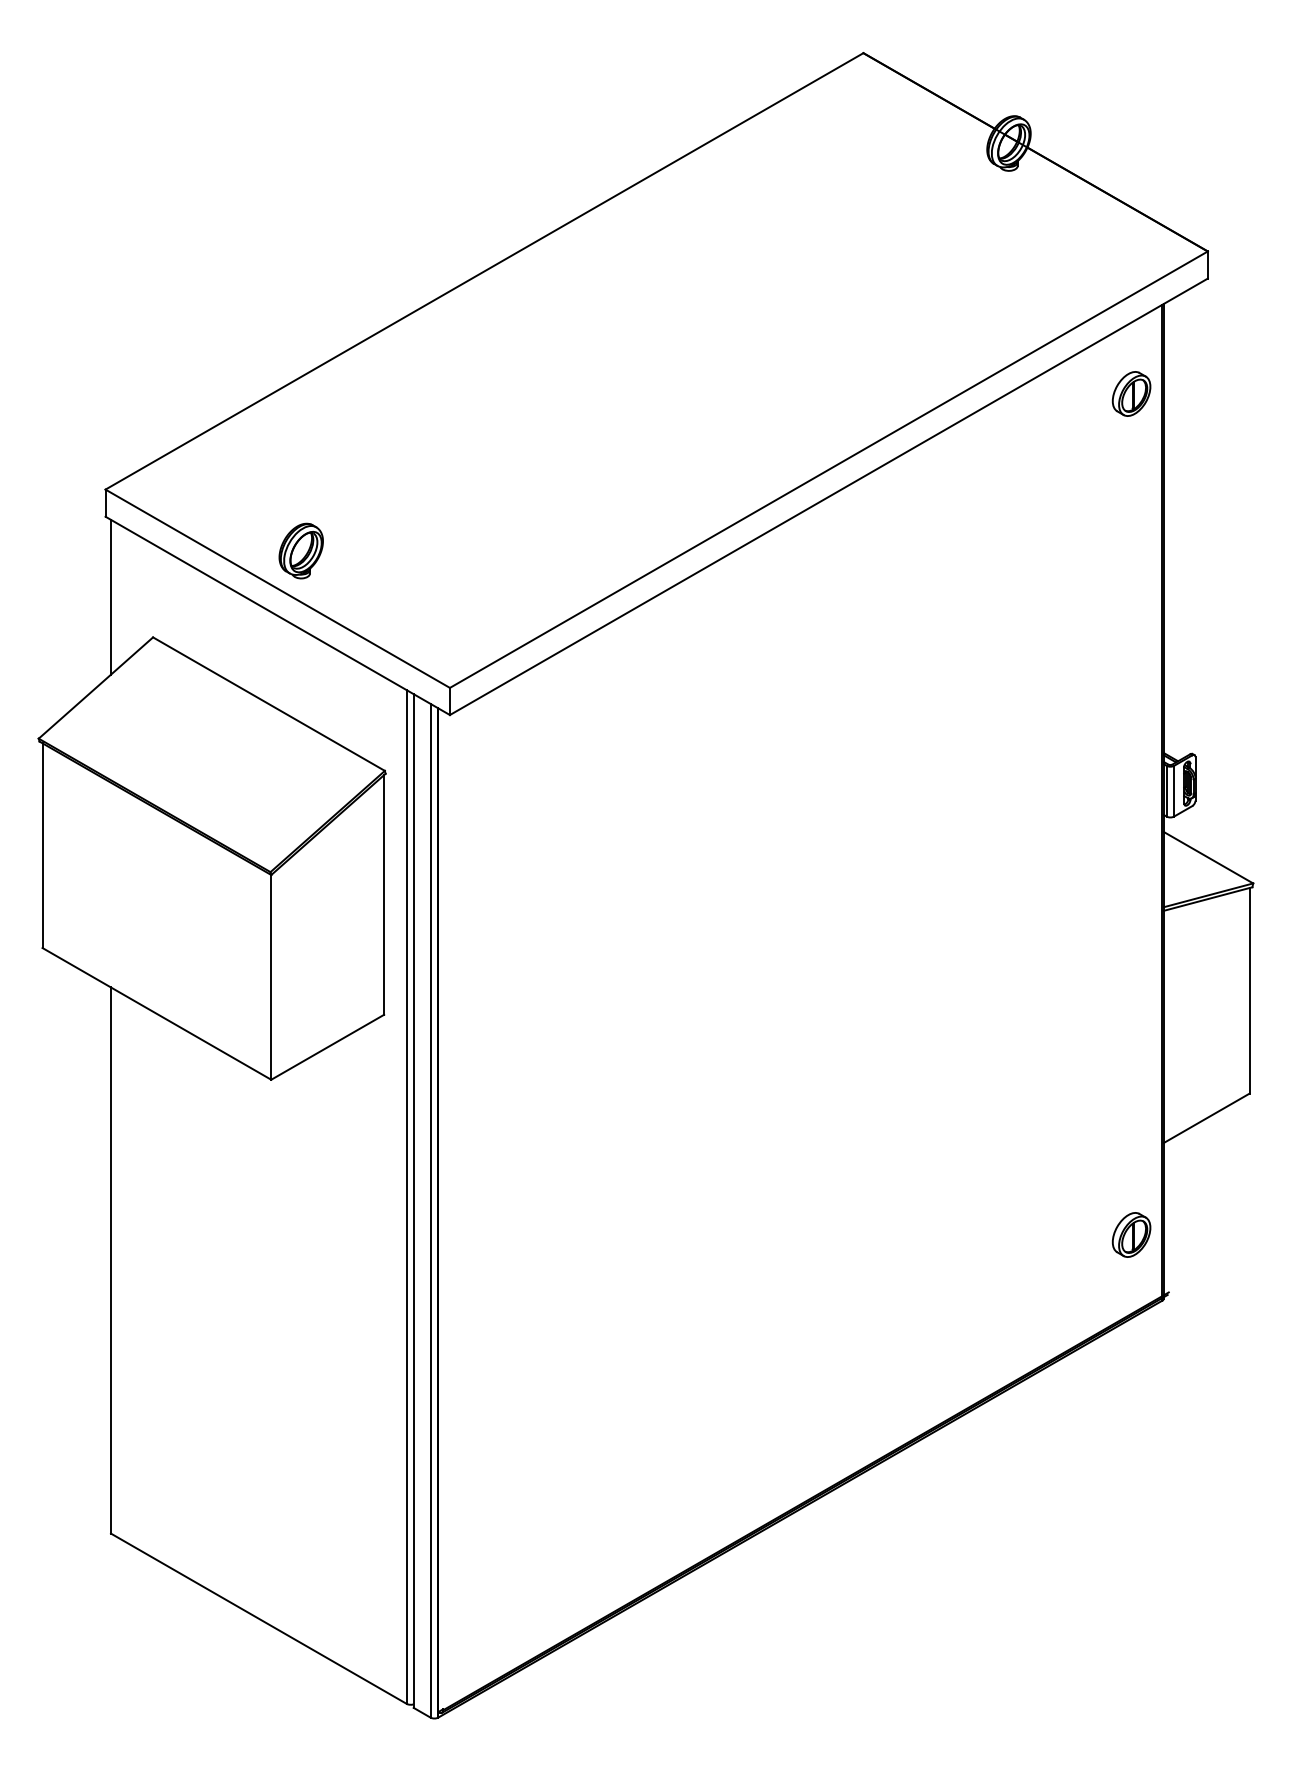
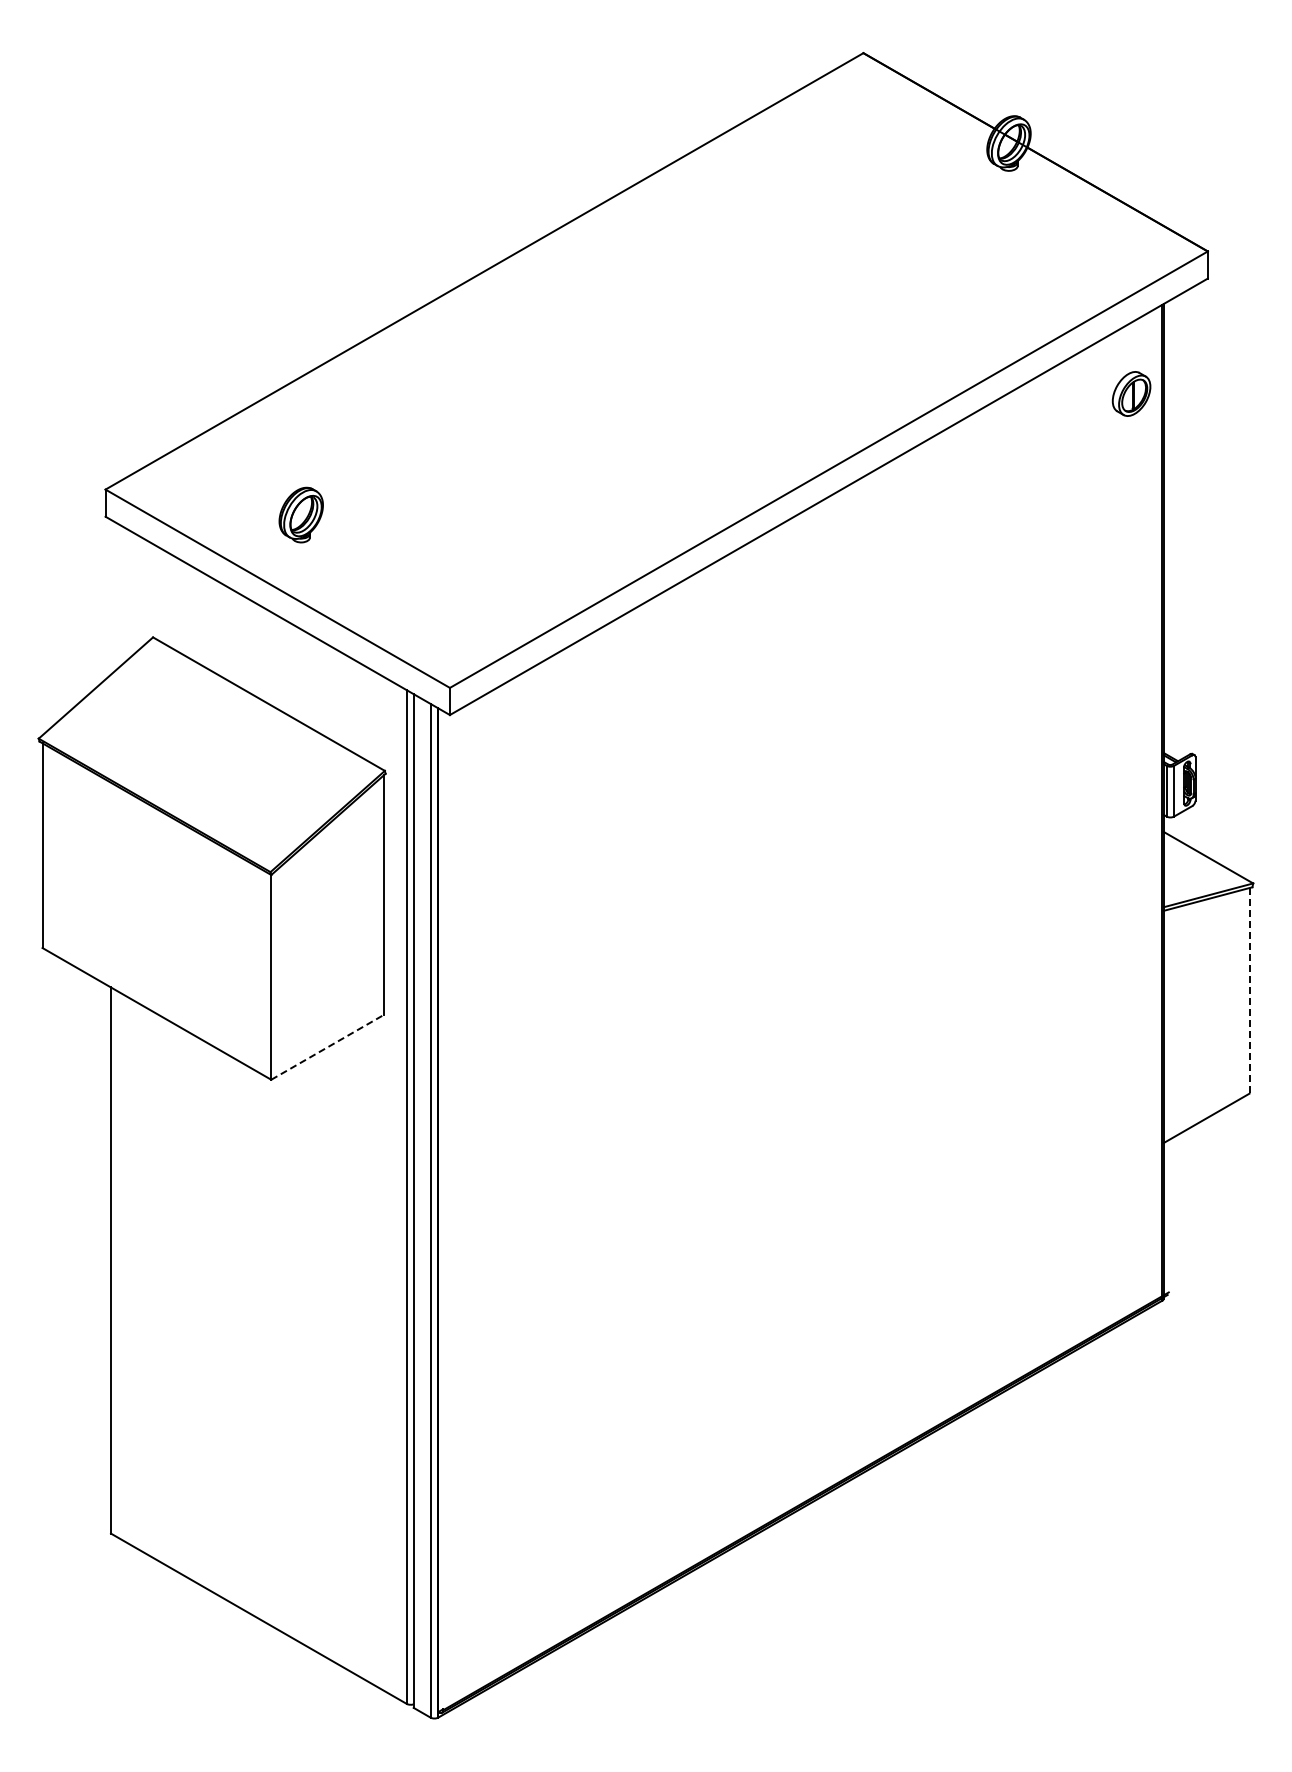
part at (300, 550) position: (300, 550) -> (300, 514)
line at (110, 596): present -> none
line at (1249, 990): solid -> dashed
line at (328, 1047): solid -> dashed
part at (1131, 1234): present -> none
